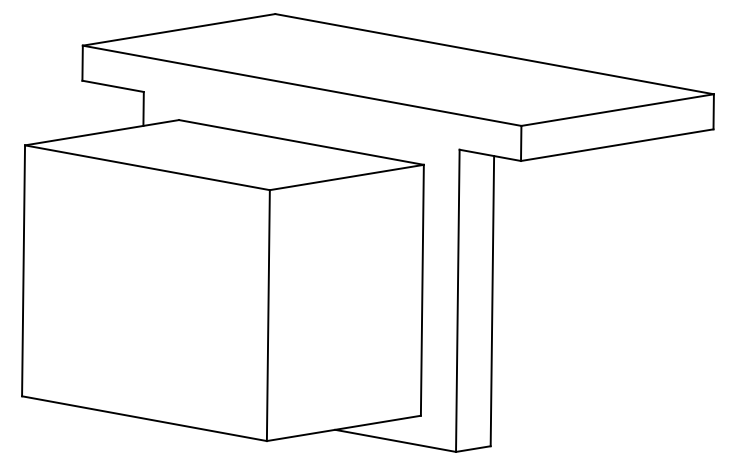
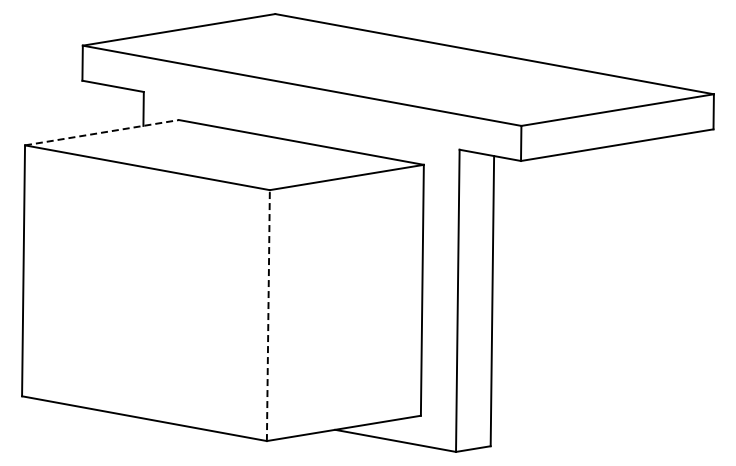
line at (102, 132): solid -> dashed
line at (268, 315): solid -> dashed
